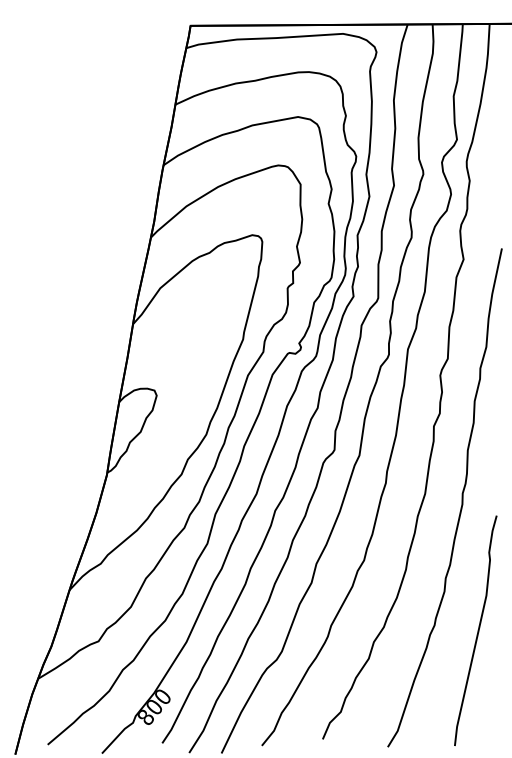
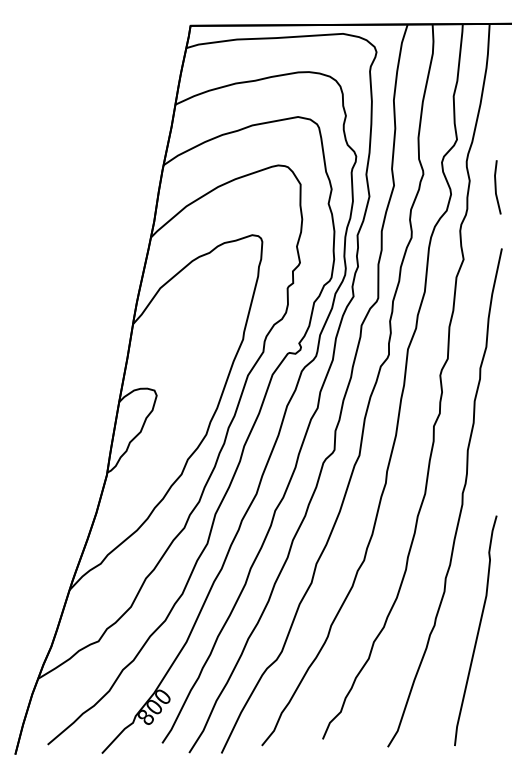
line at (496, 187): none -> present
